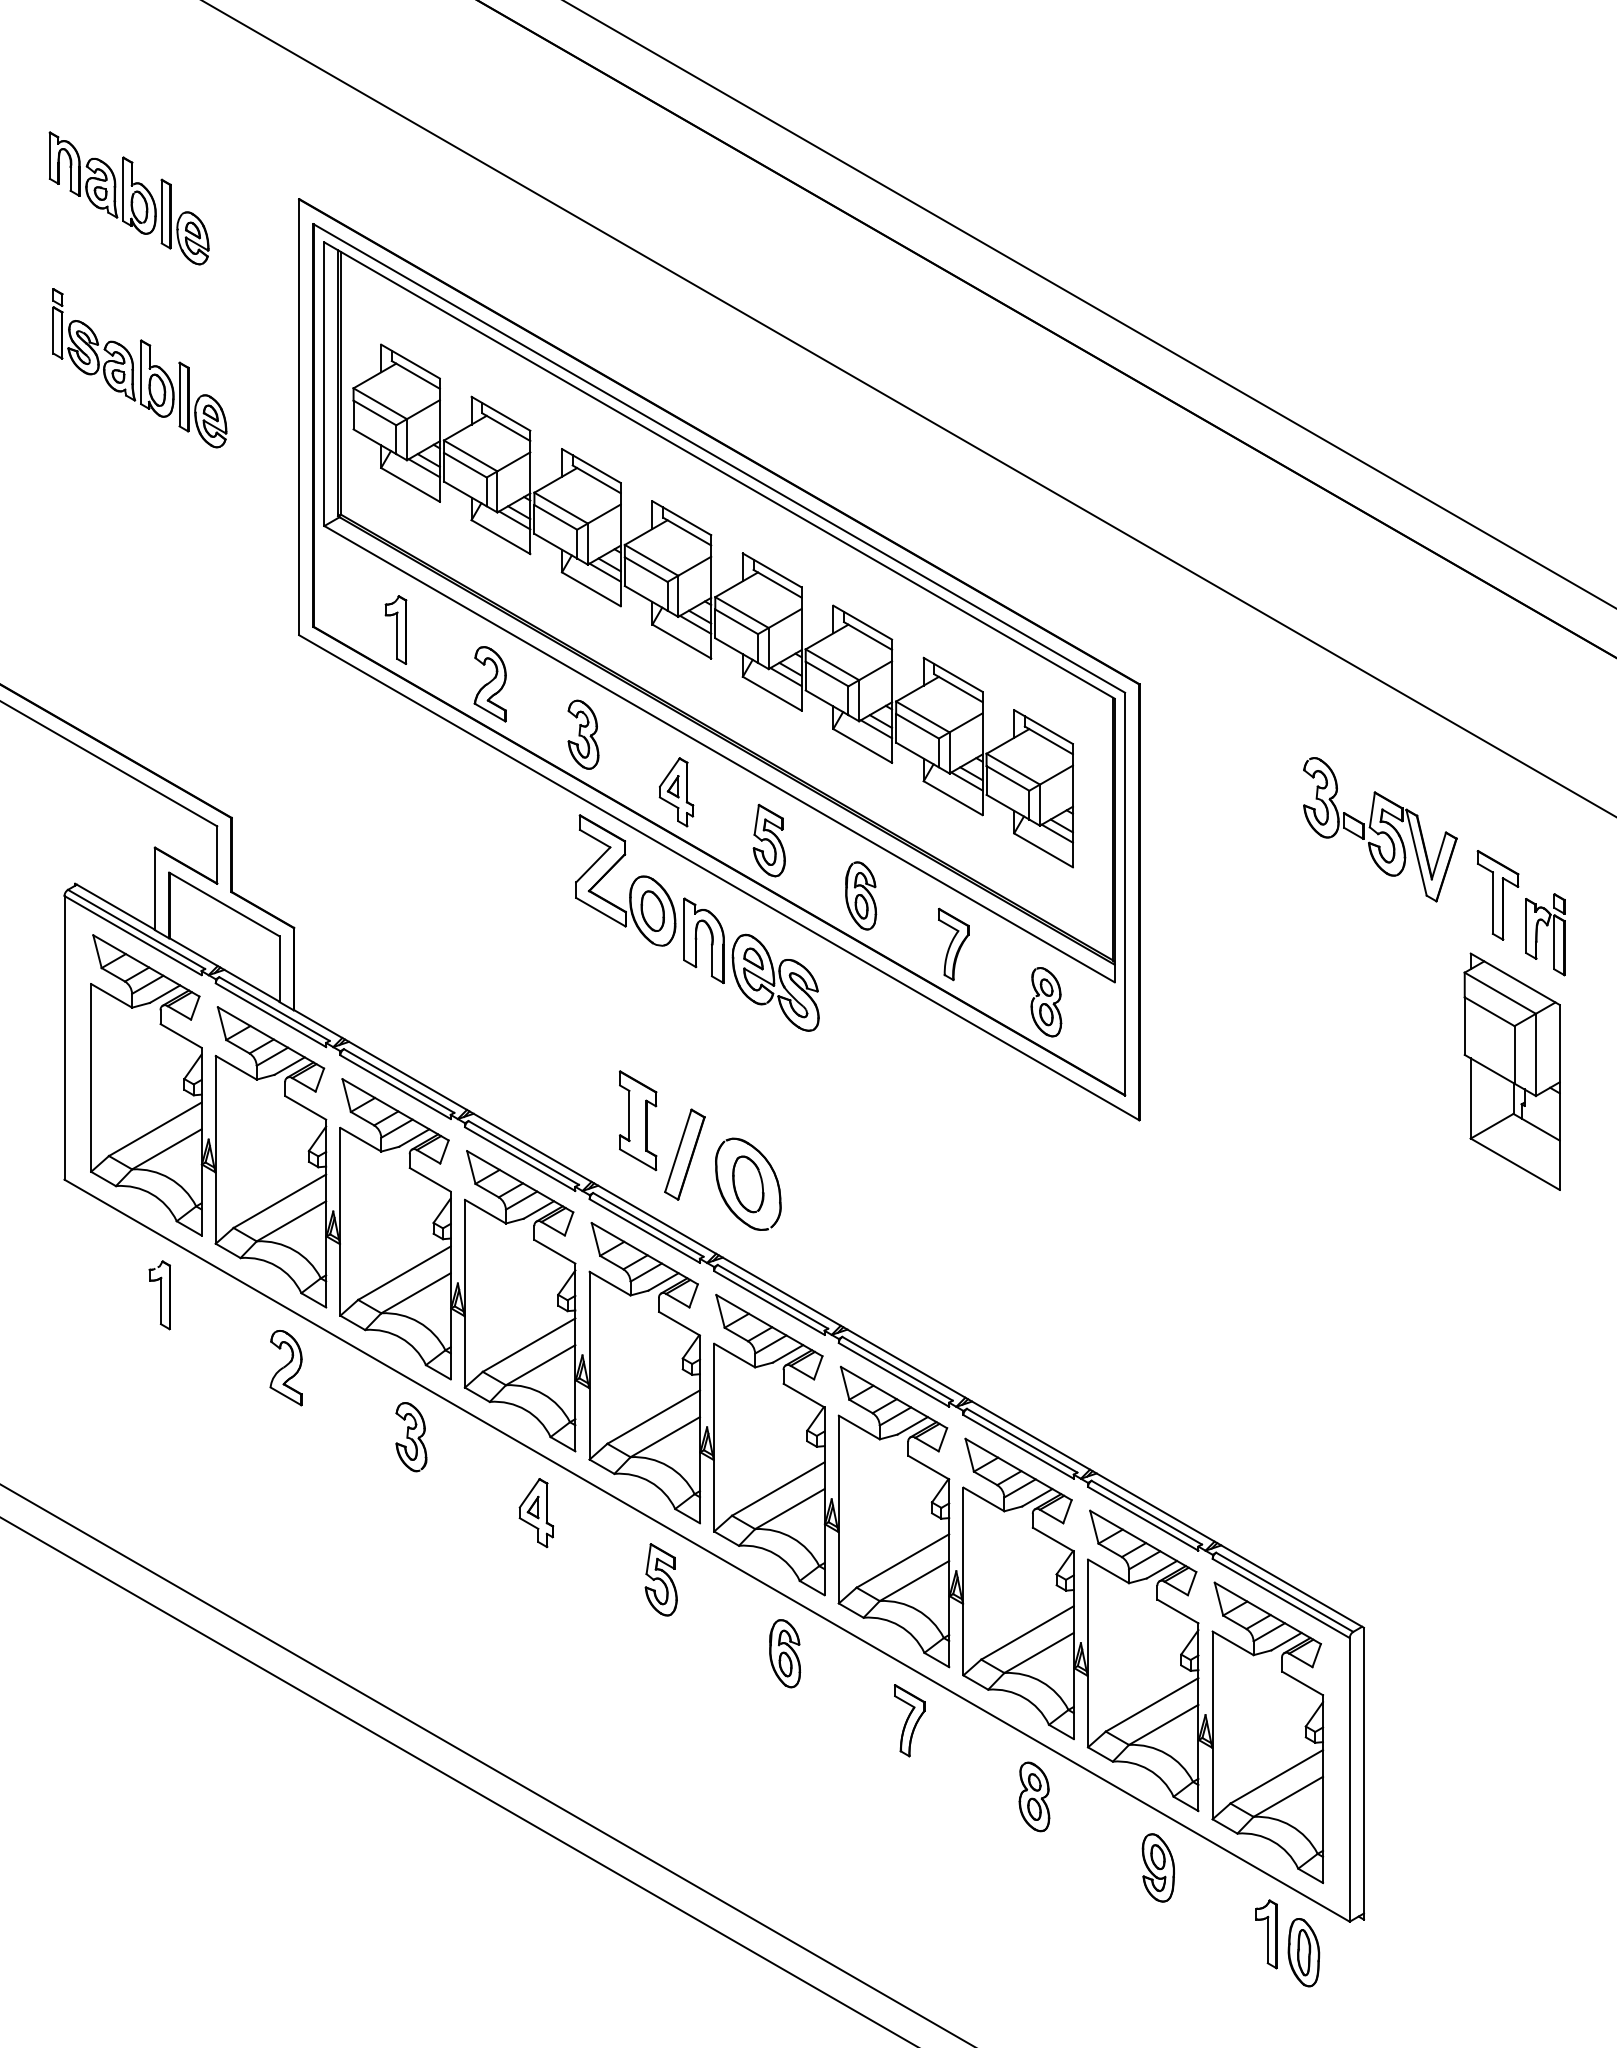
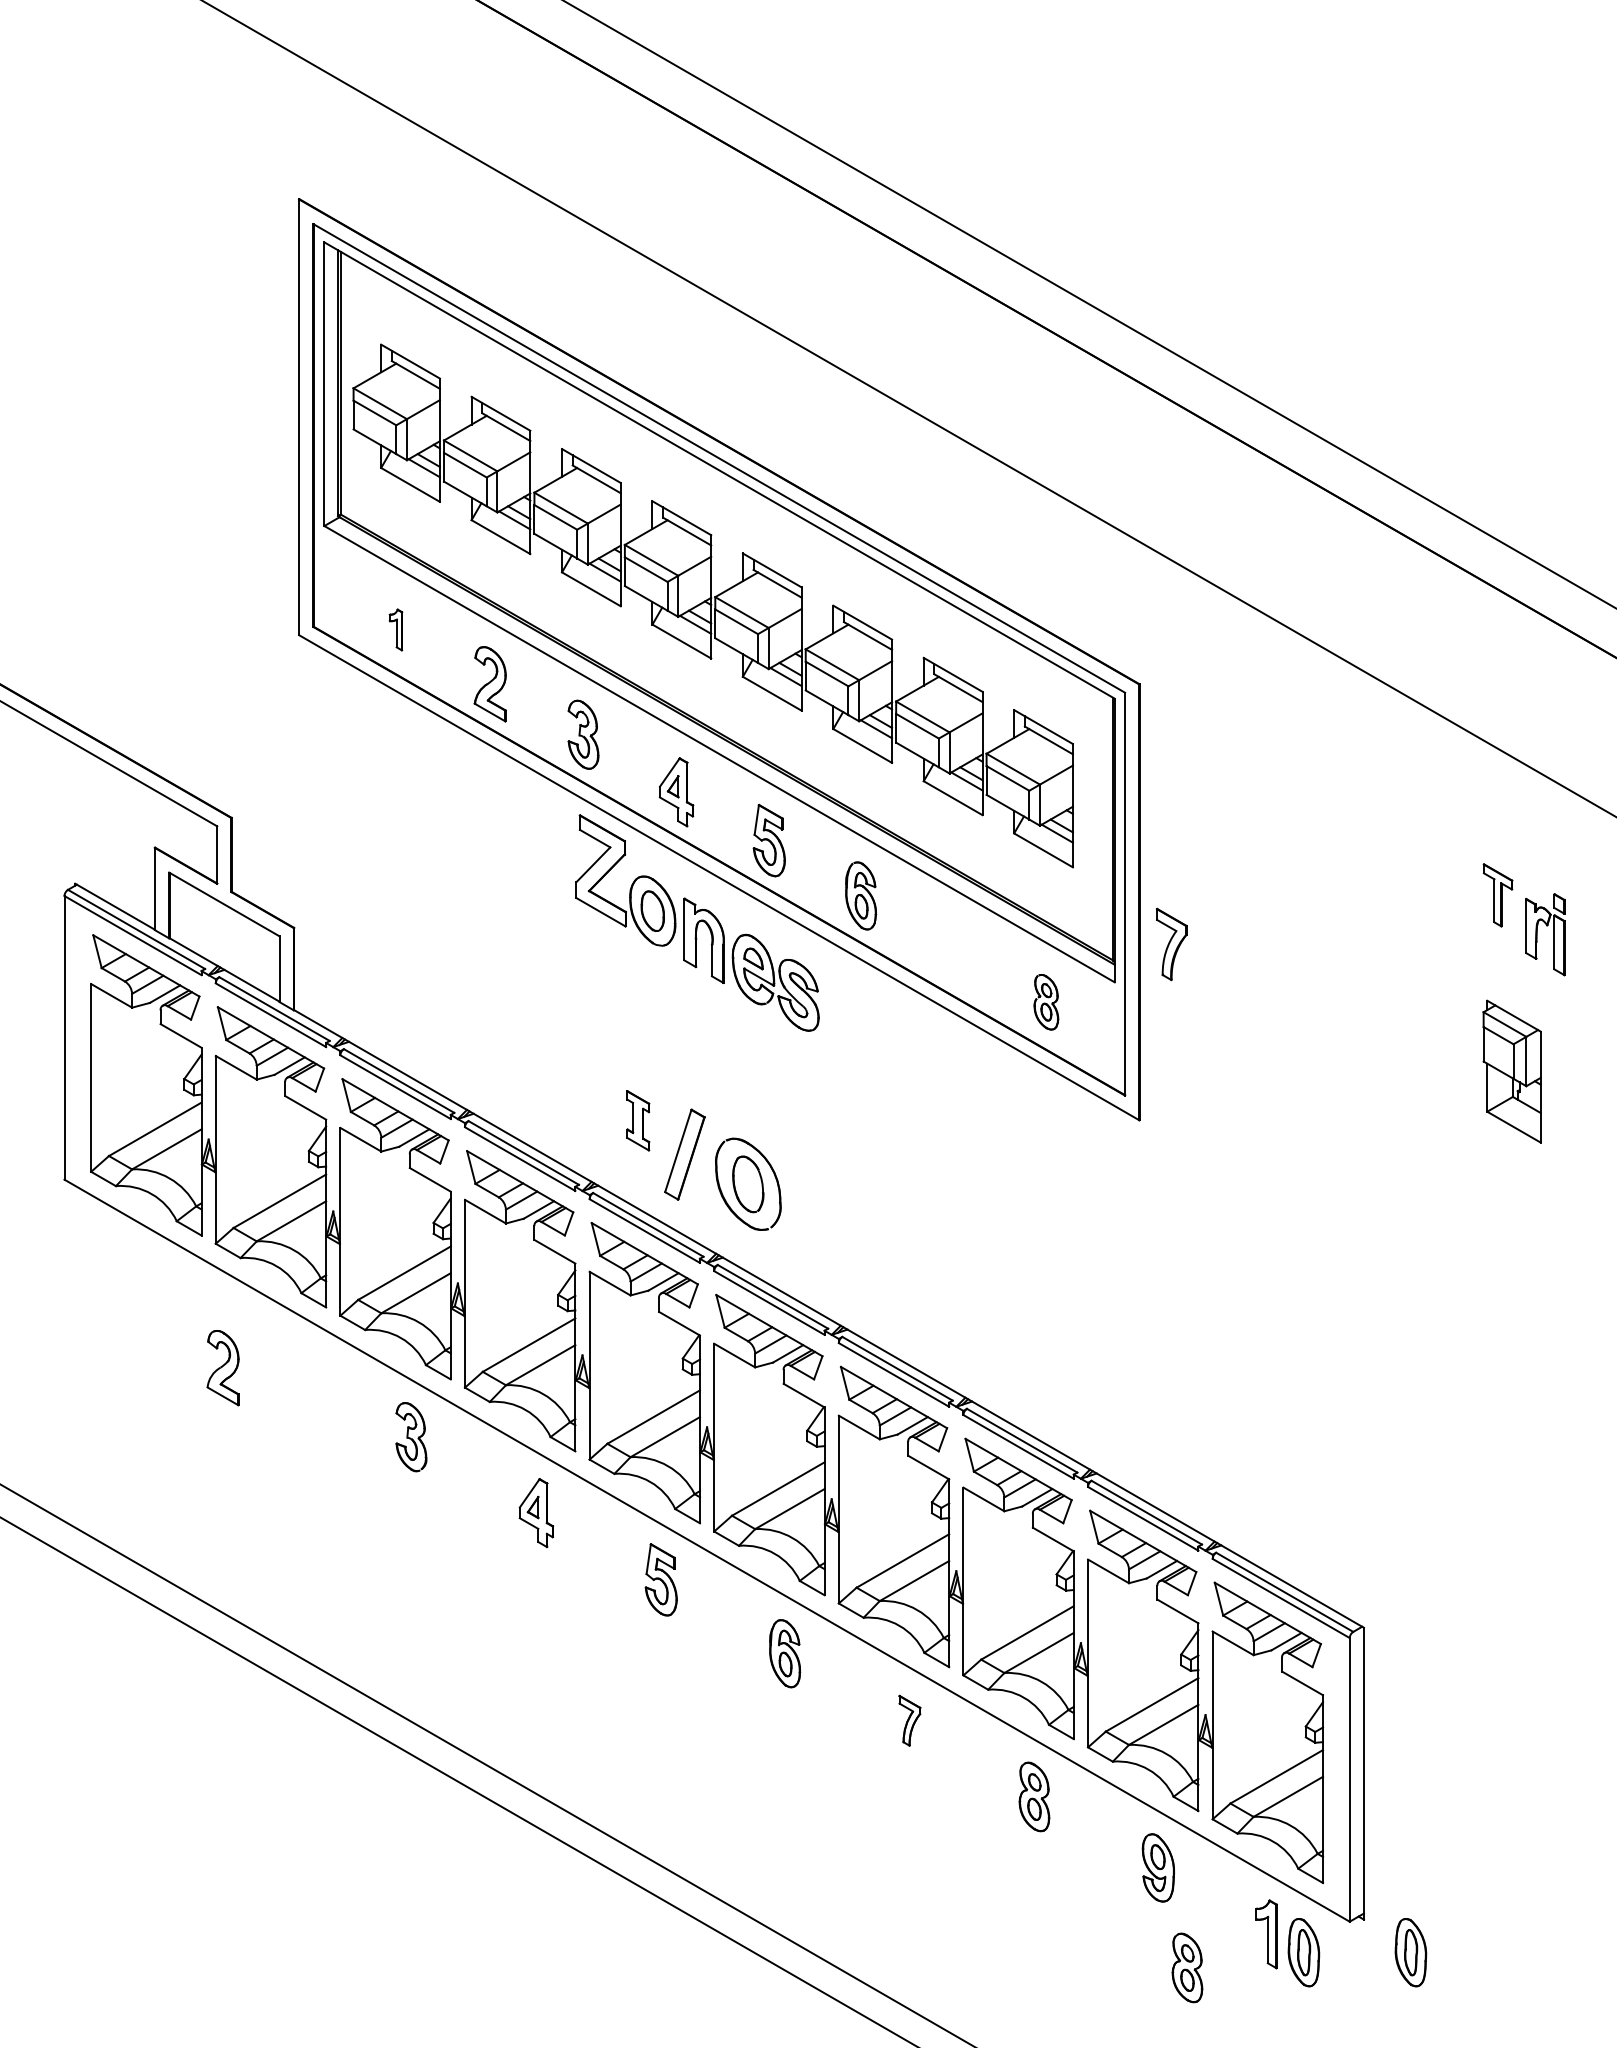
part at (128, 198): present -> none
part at (139, 368): present -> none
part at (395, 629) size: 24x70 px -> 16x44 px
part at (1380, 829): present -> none
part at (1497, 895) size: 44x91 px -> 32x65 px
part at (953, 944) position: (953, 944) -> (1171, 944)
part at (1046, 1002) size: 33x71 px -> 27x57 px
part at (1511, 1071) size: 98x239 px -> 60x145 px
part at (638, 1120) size: 39x102 px -> 25x62 px
part at (159, 1295): present -> none
part at (285, 1368) position: (285, 1368) -> (222, 1368)
part at (909, 1720) size: 32x74 px -> 24x53 px
part at (1410, 1952): none -> present
part at (1187, 1967): none -> present
